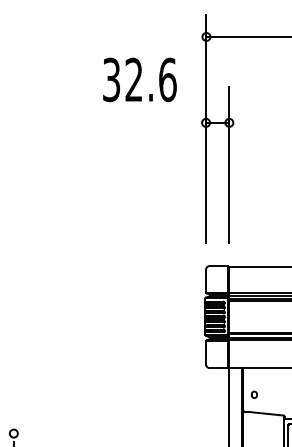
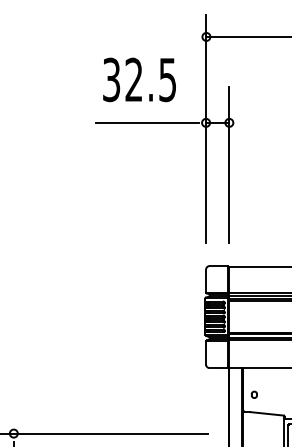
text at (167, 79): 32.6 -> 32.5
line at (146, 122): none -> present
line at (104, 433): none -> present
